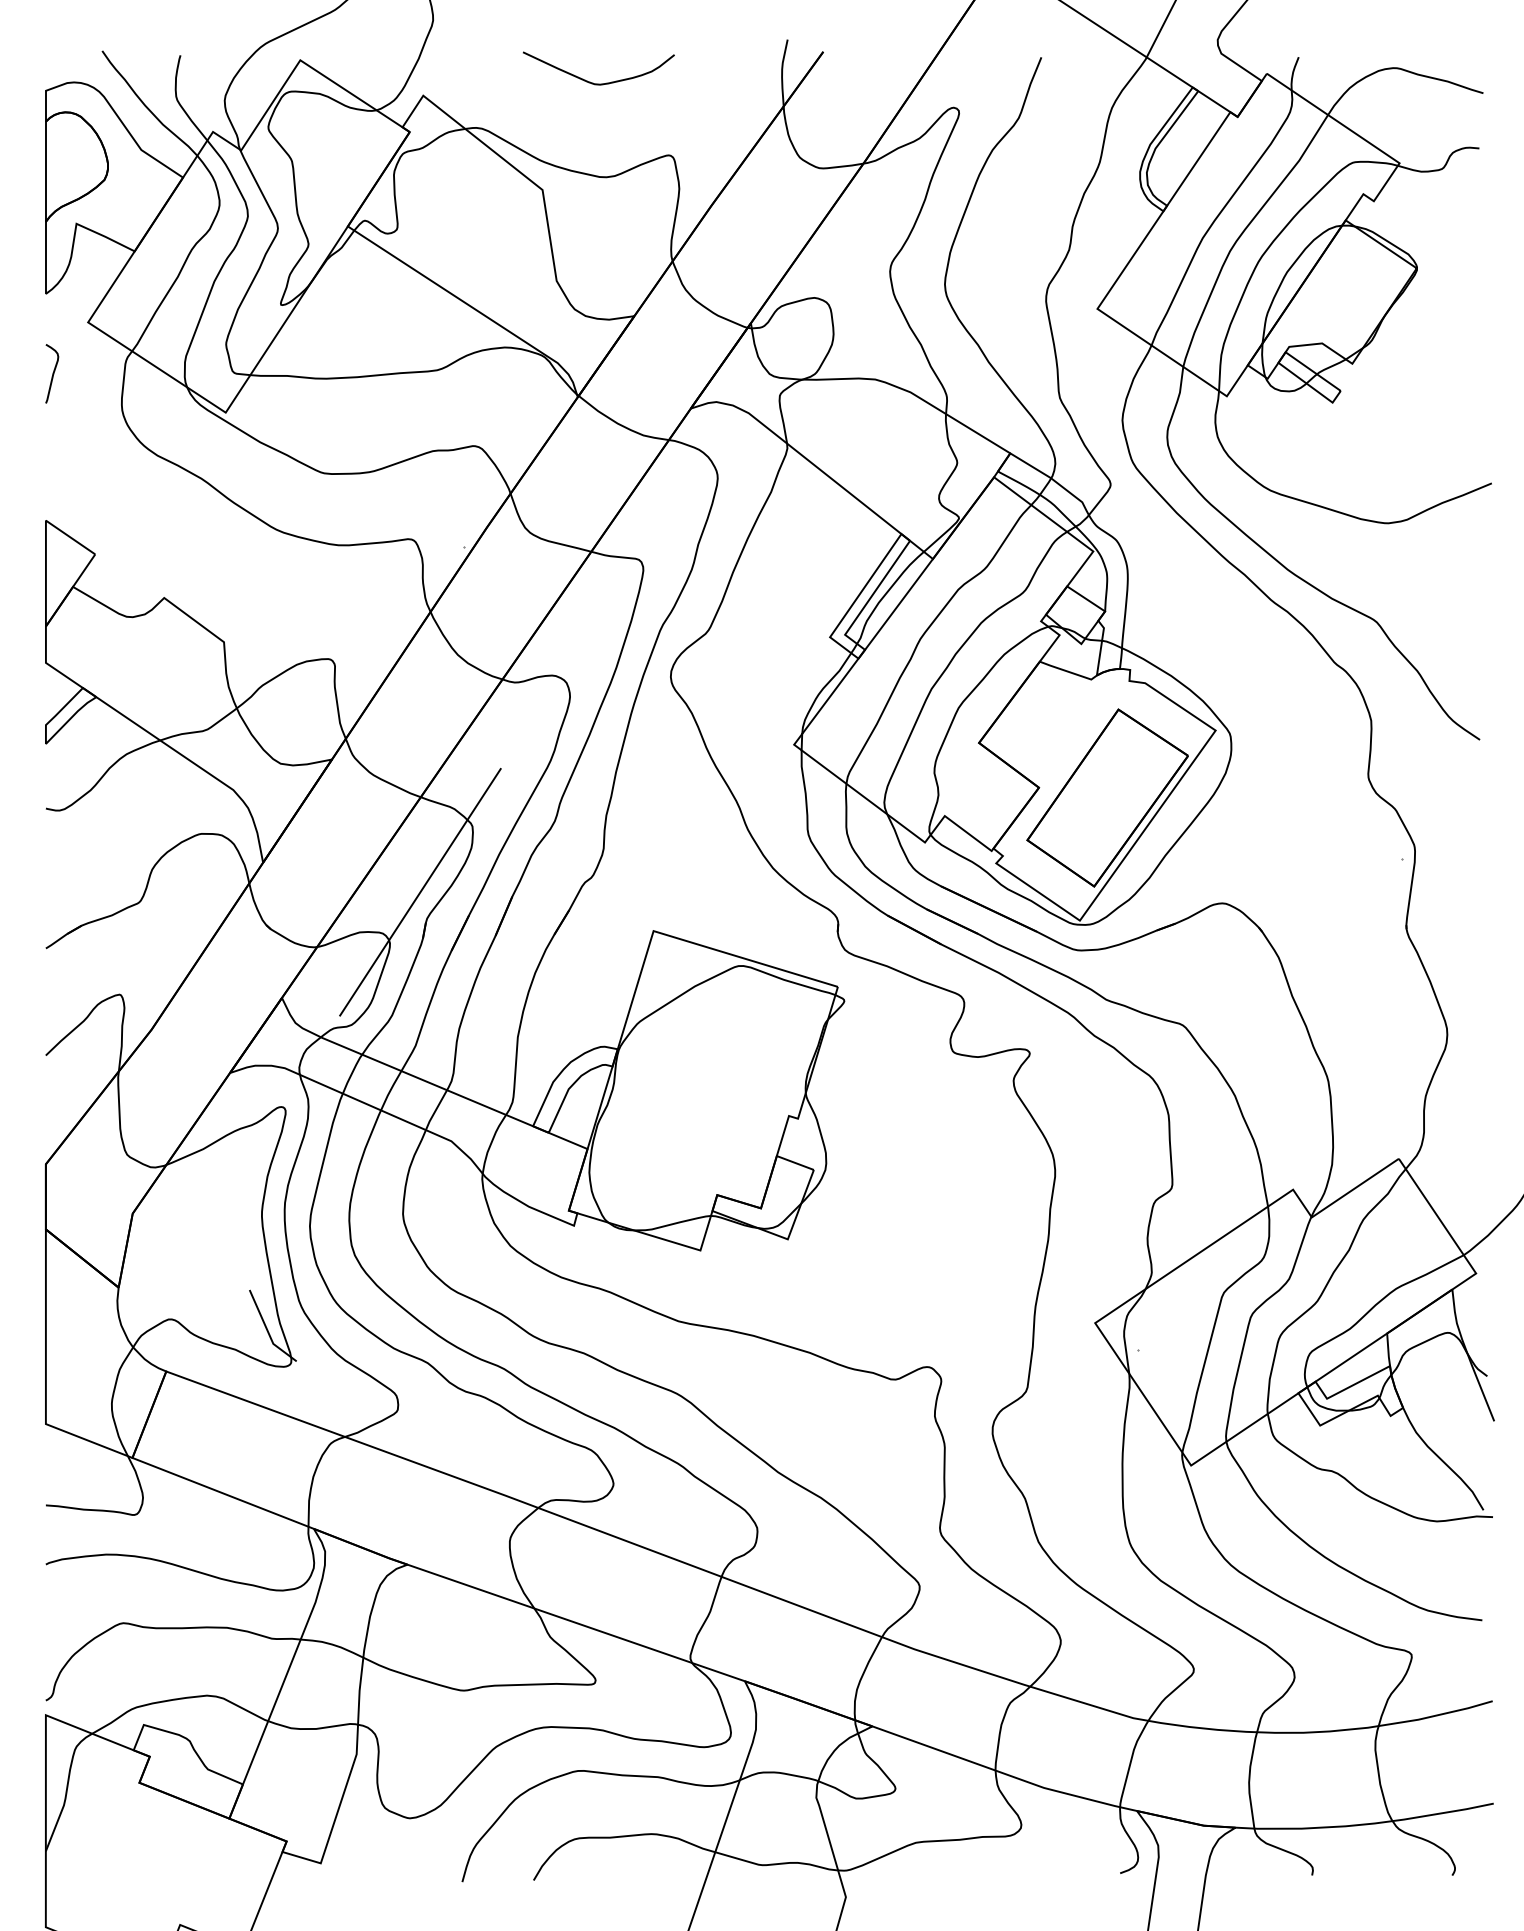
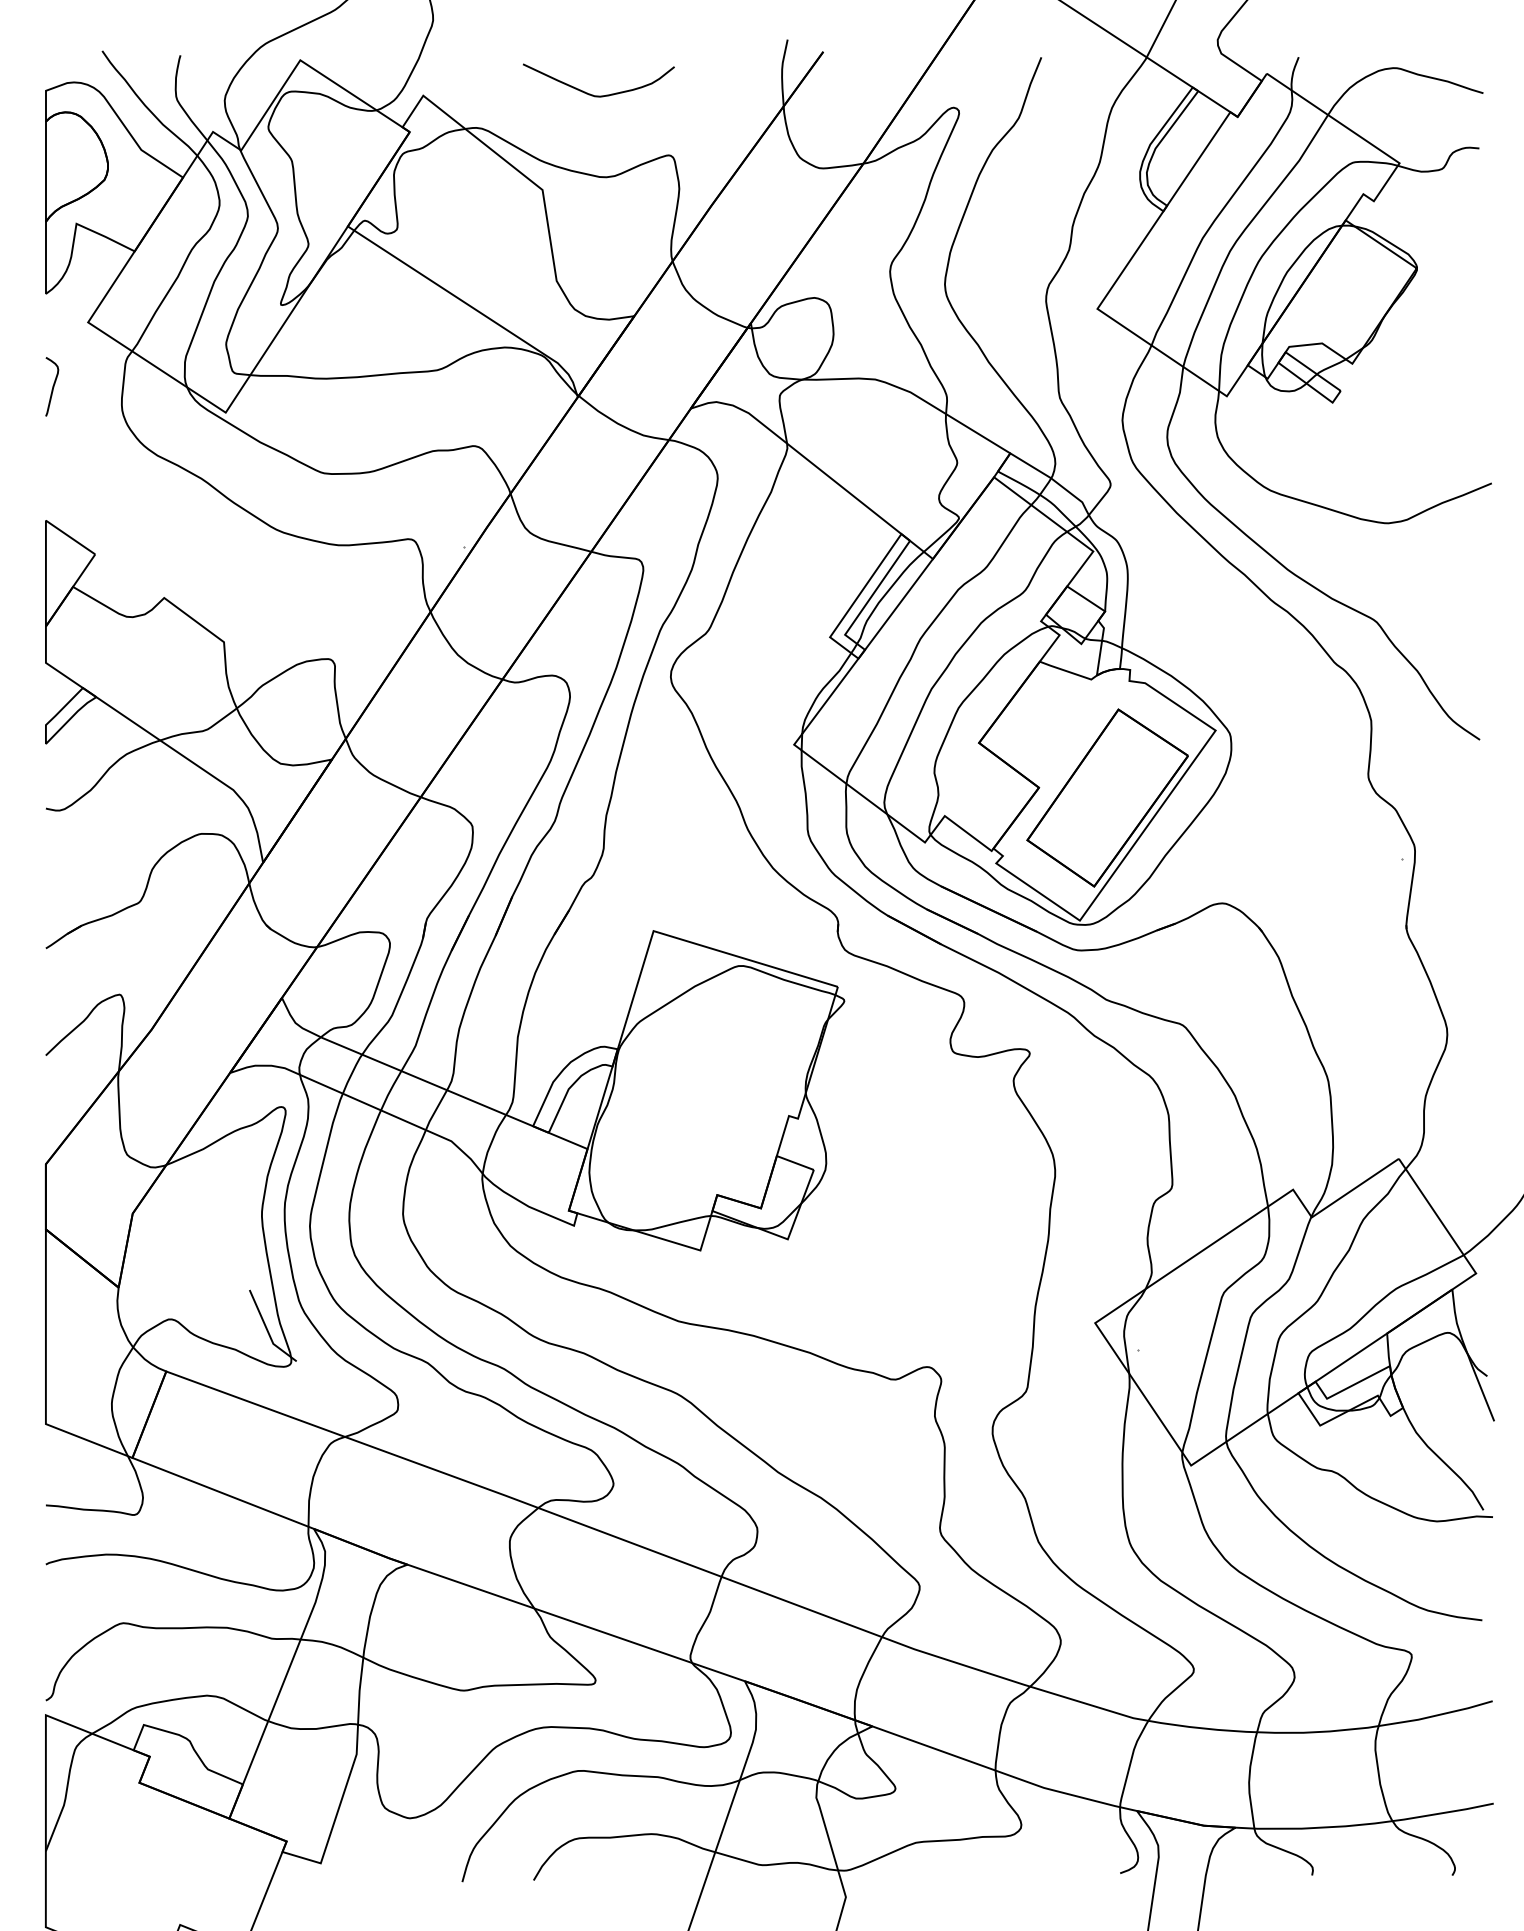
curve at (593, 82) position: (593, 82) -> (593, 94)
curve at (52, 373) position: (52, 373) -> (52, 386)
line at (420, 892): present -> none
